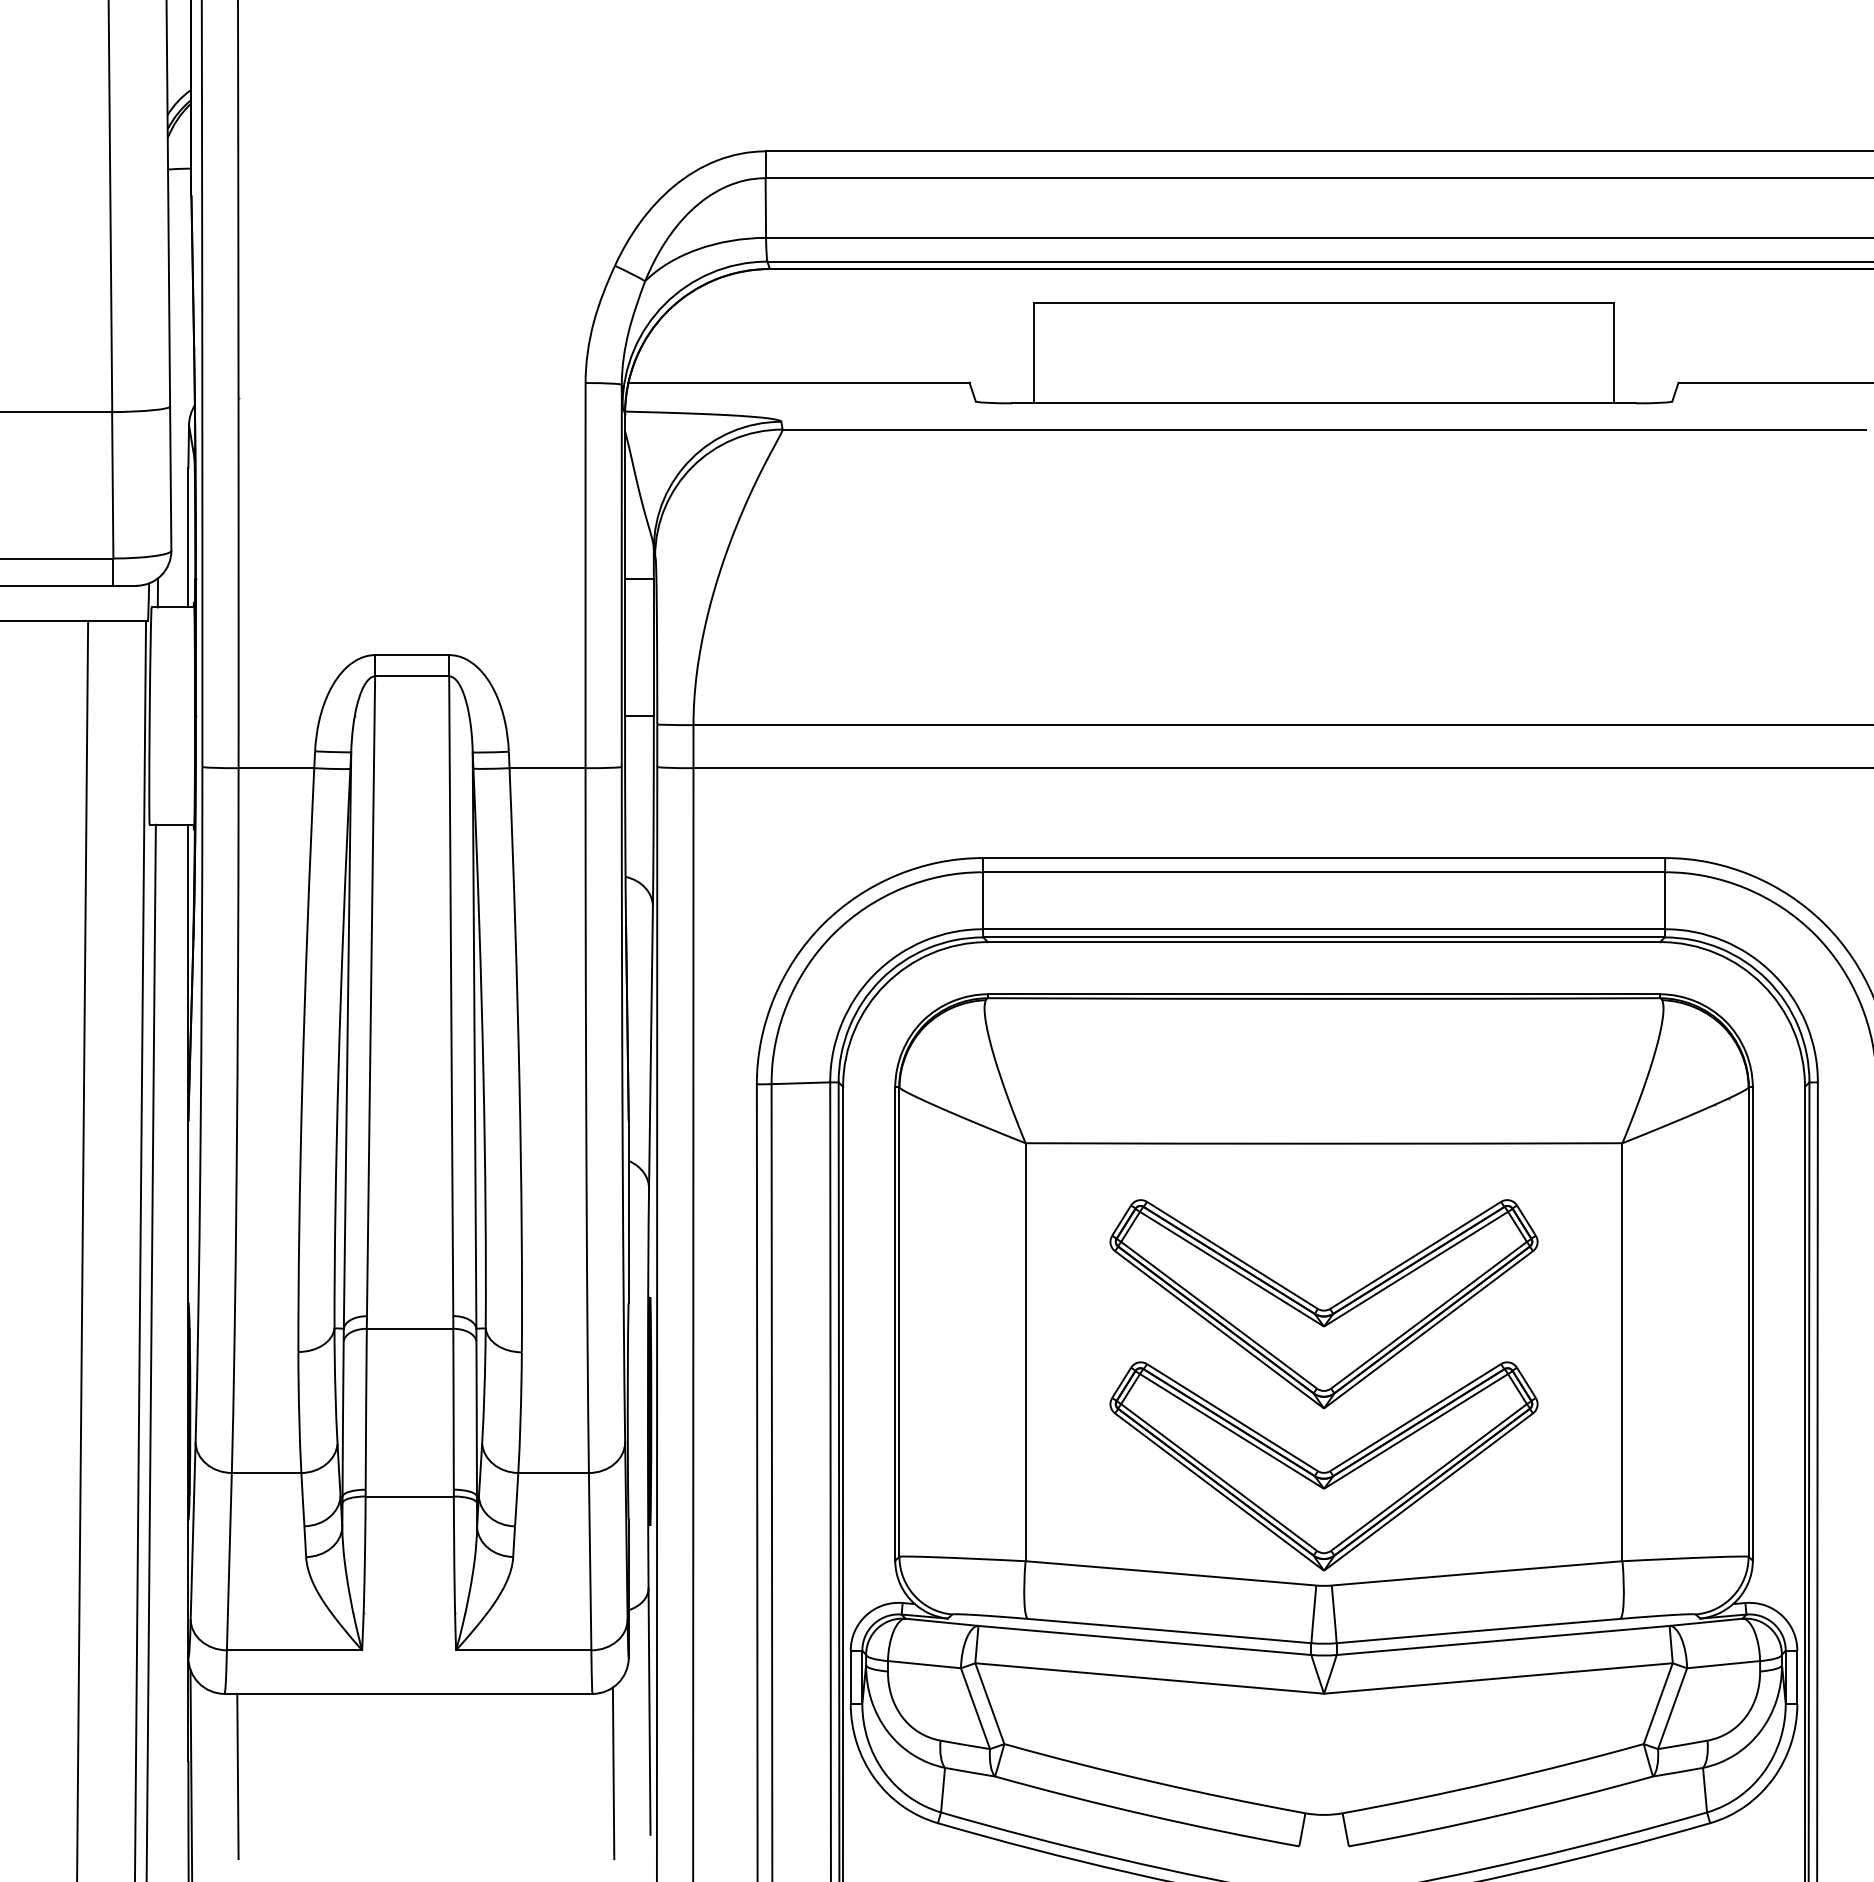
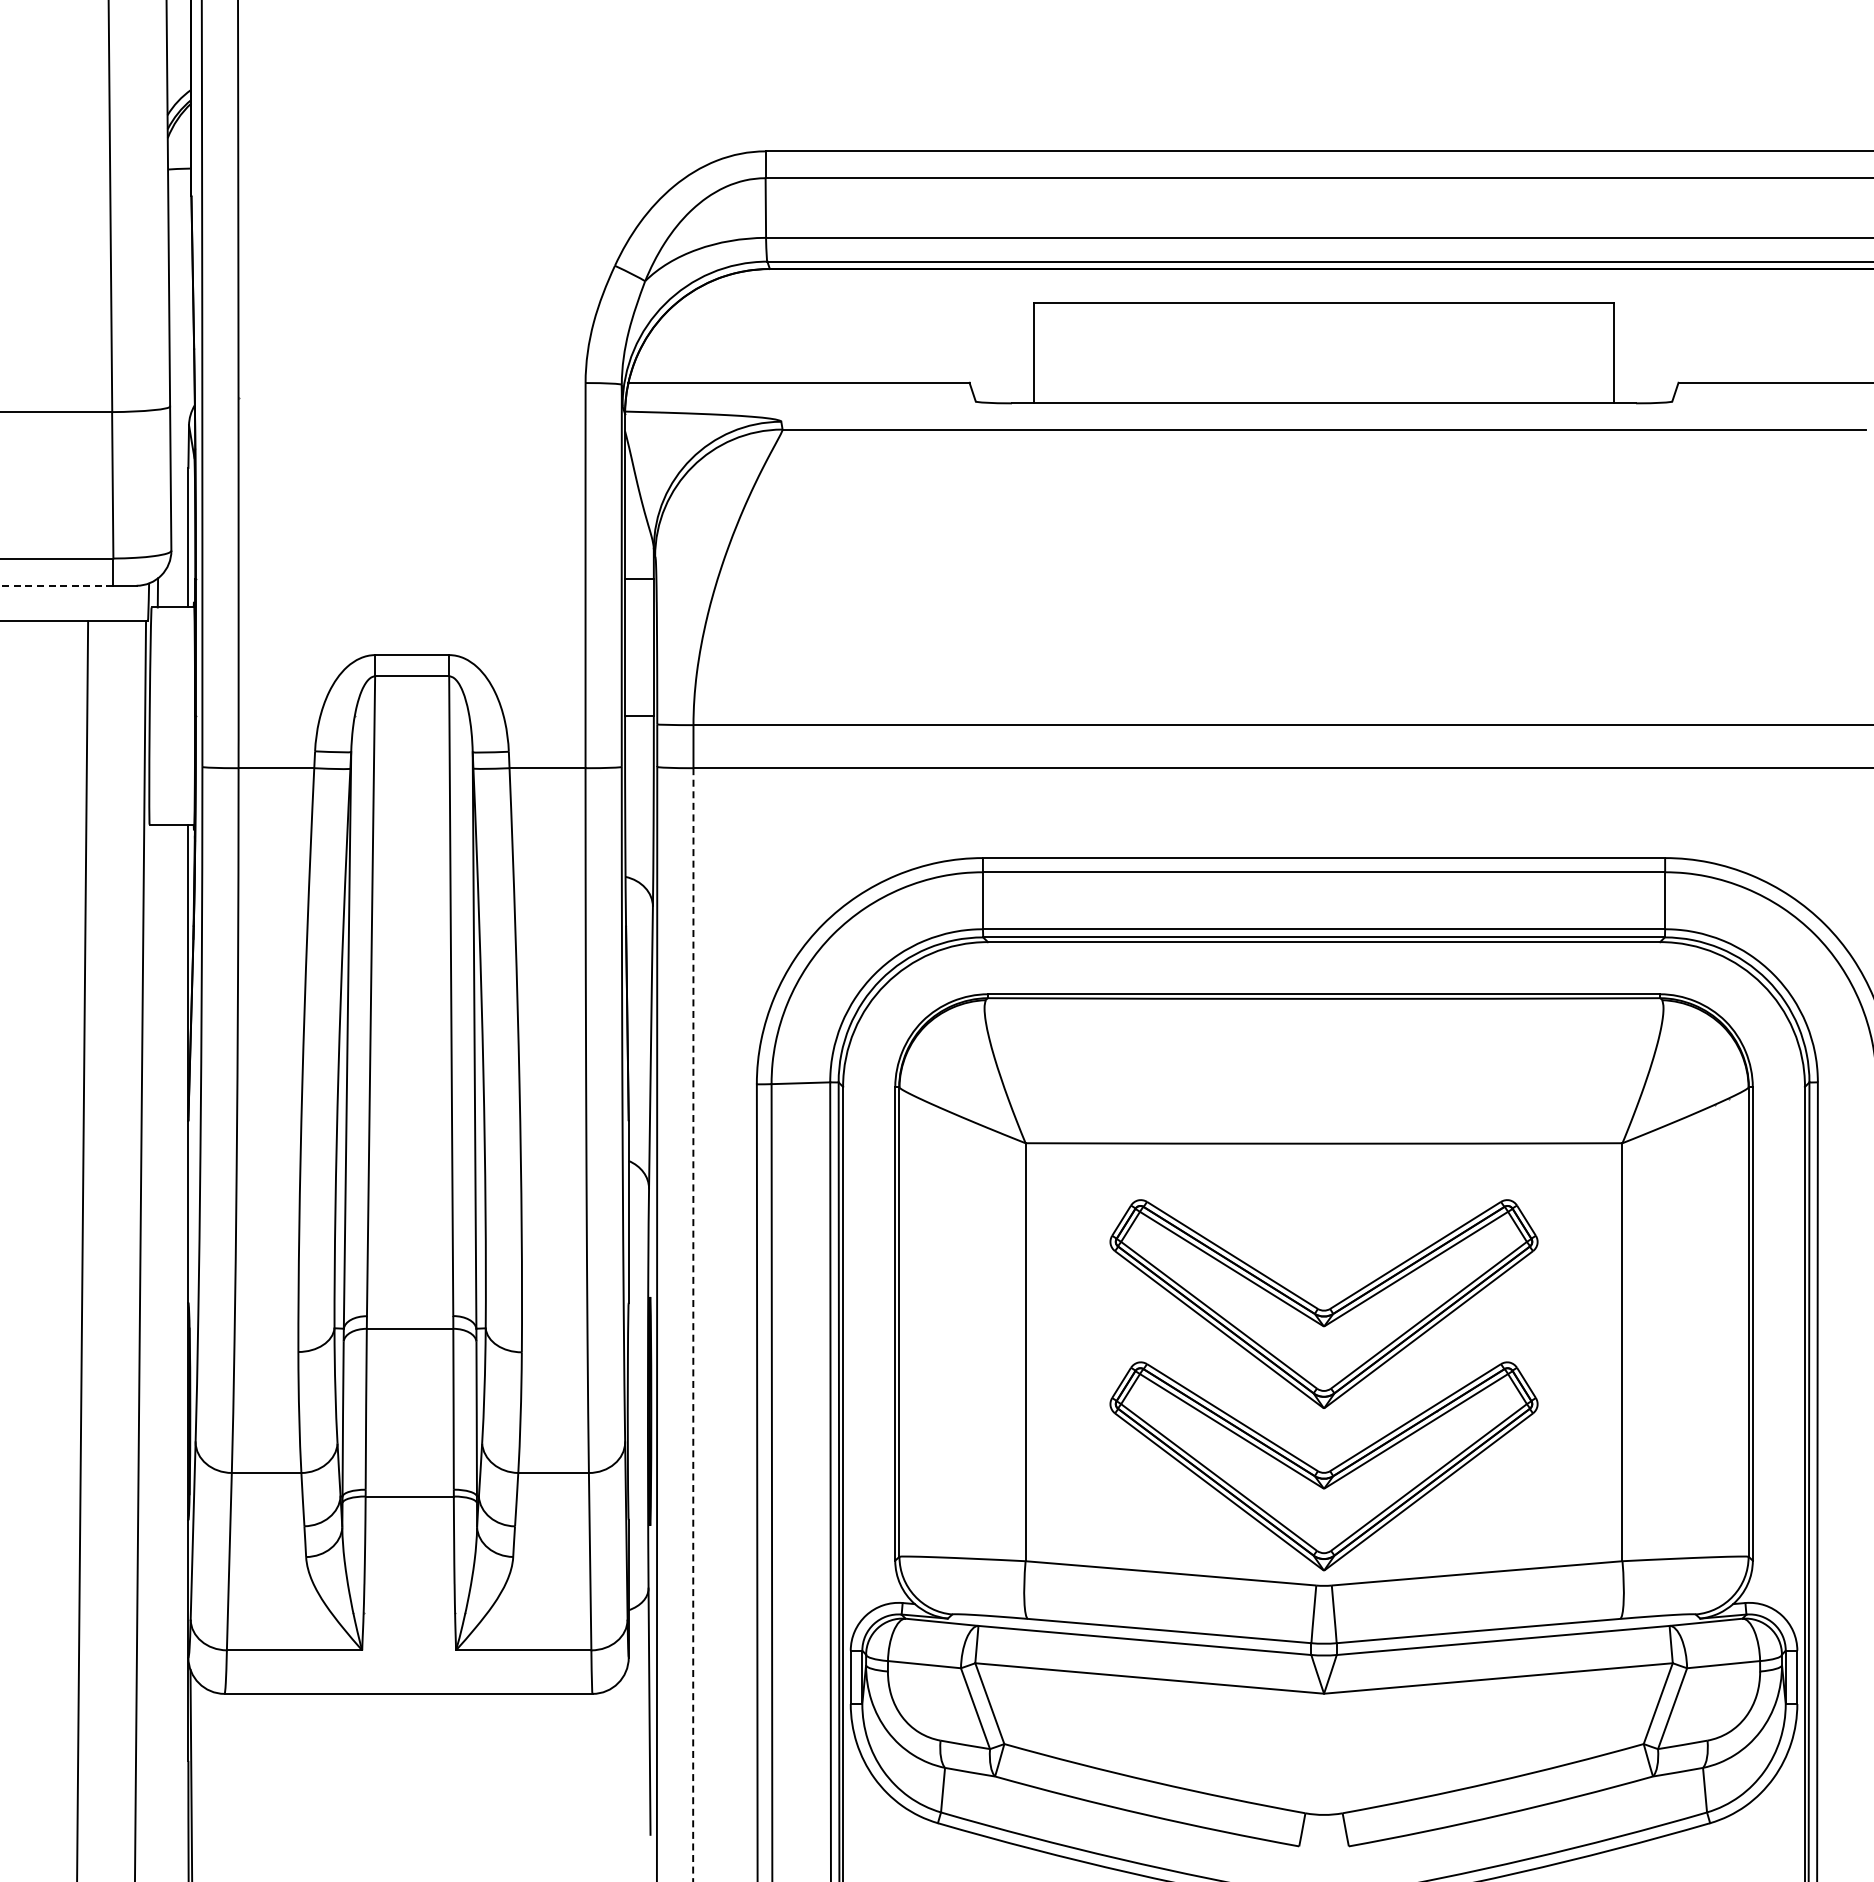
line at (56, 585): solid -> dashed
line at (693, 1324): solid -> dashed
line at (150, 1351): present -> none
line at (613, 1773): present -> none
line at (237, 1776): present -> none
